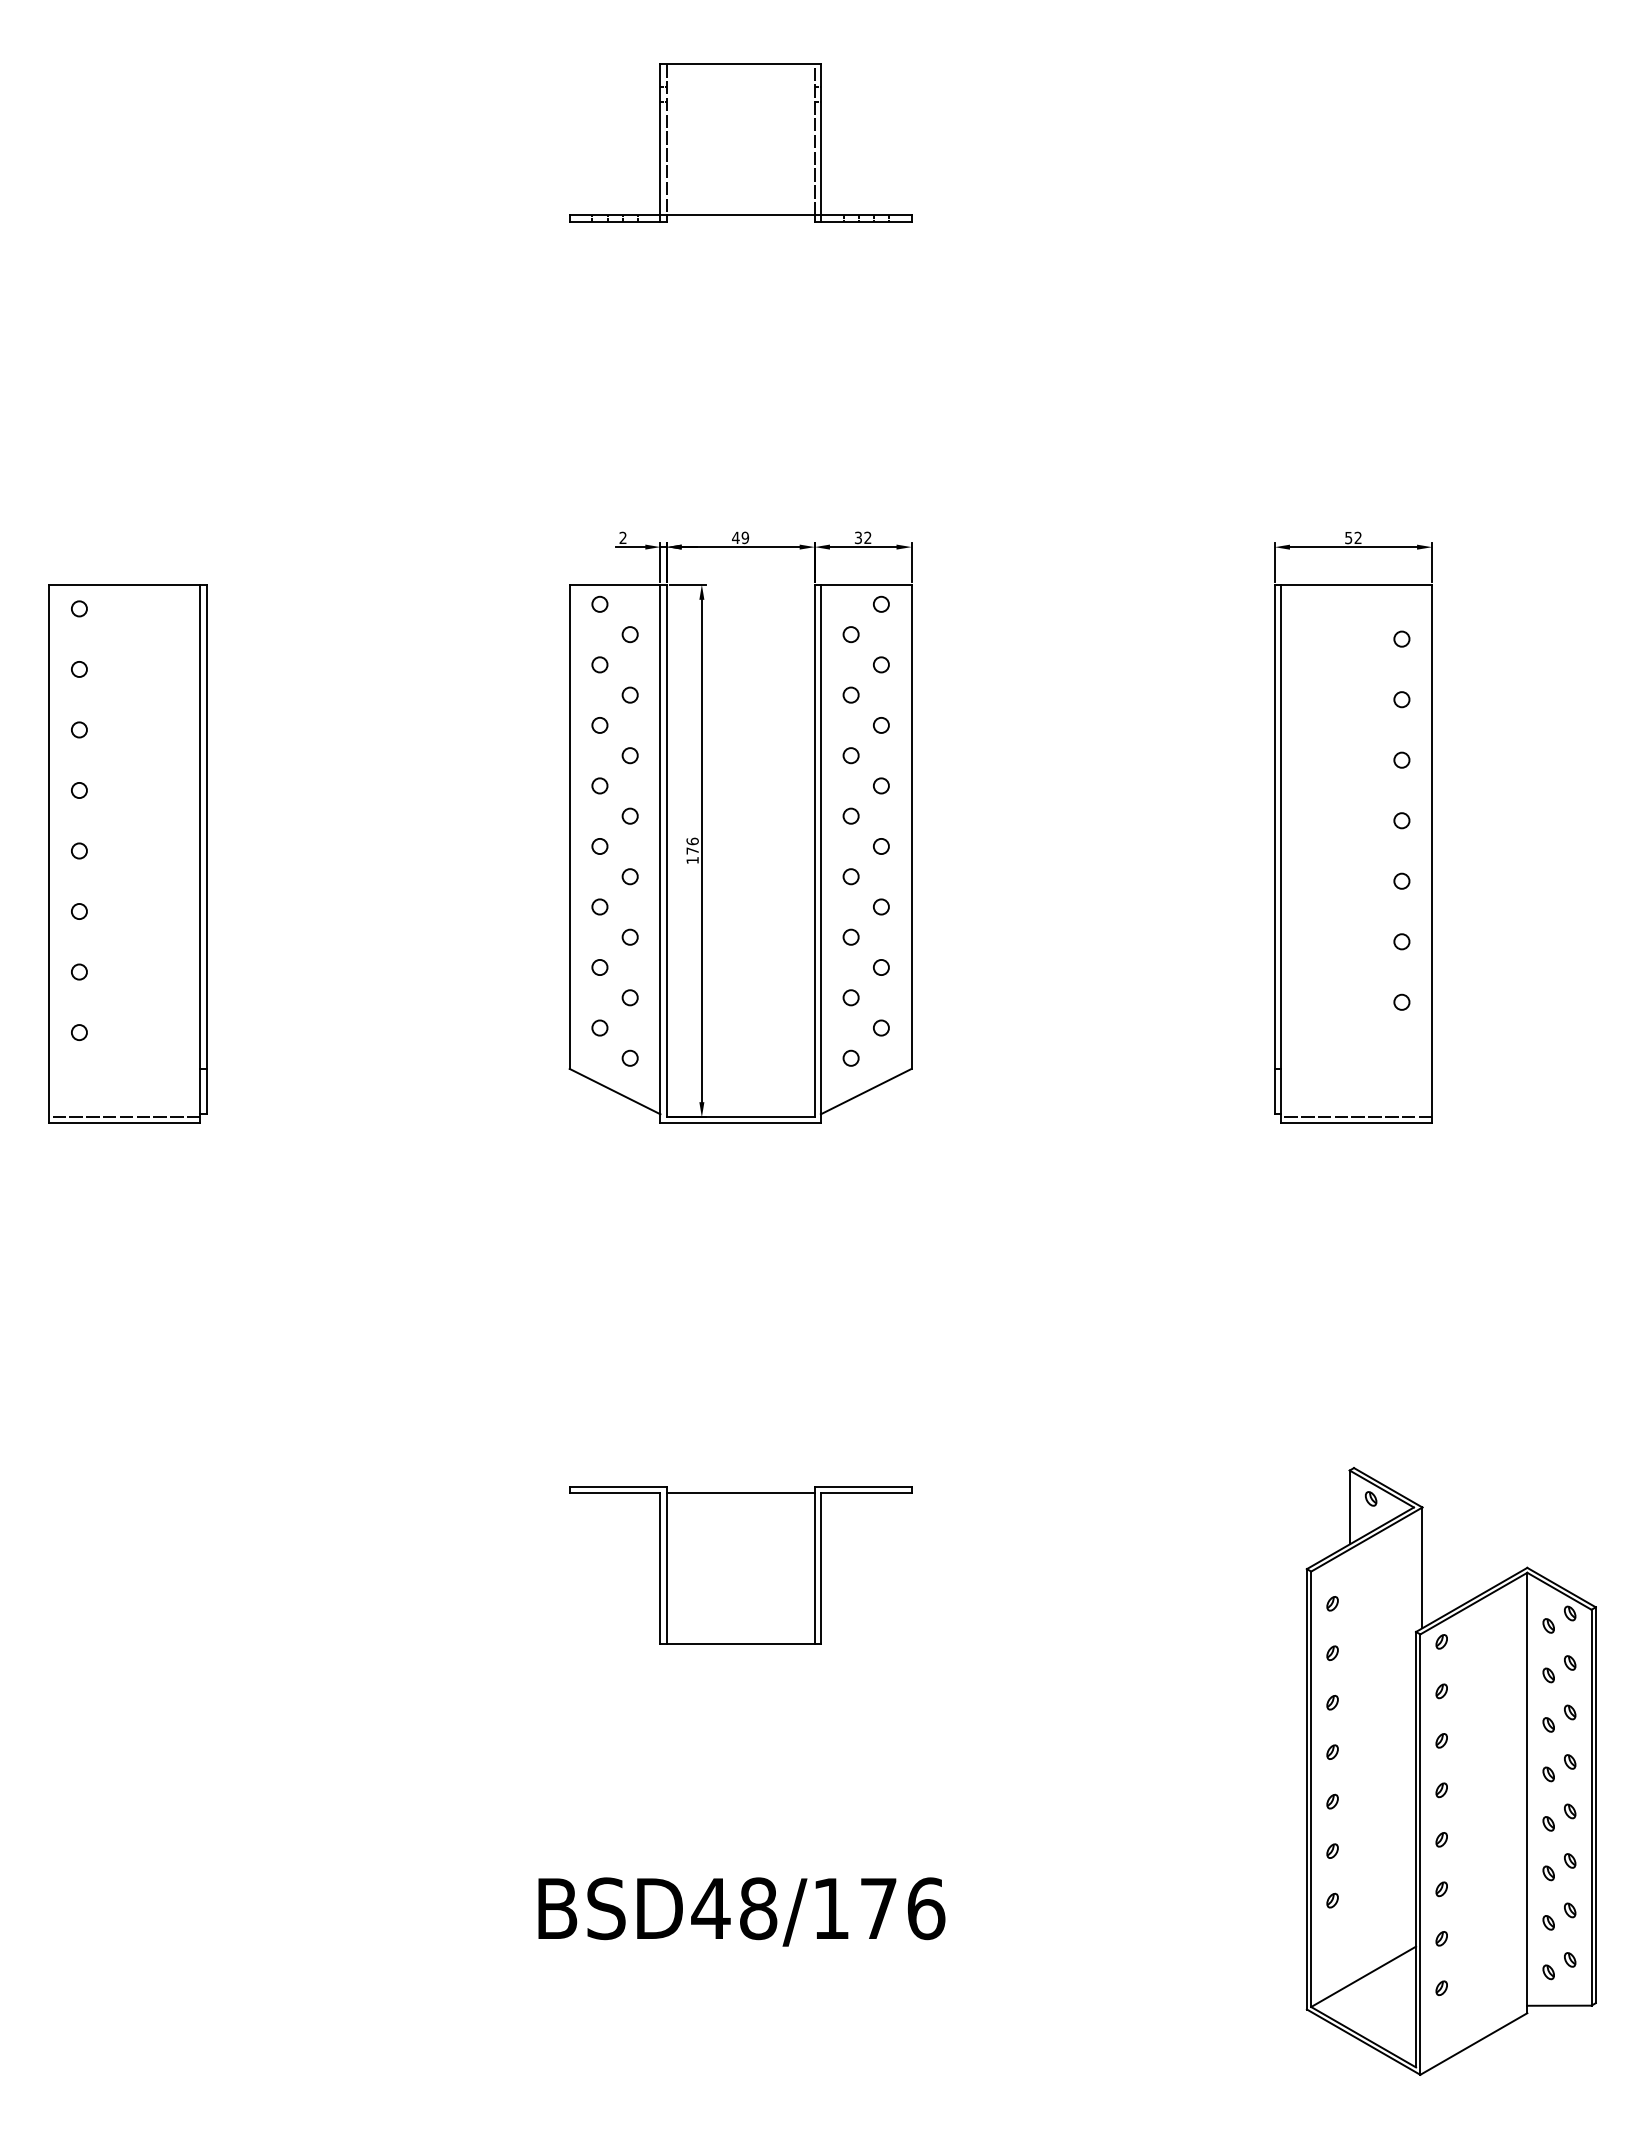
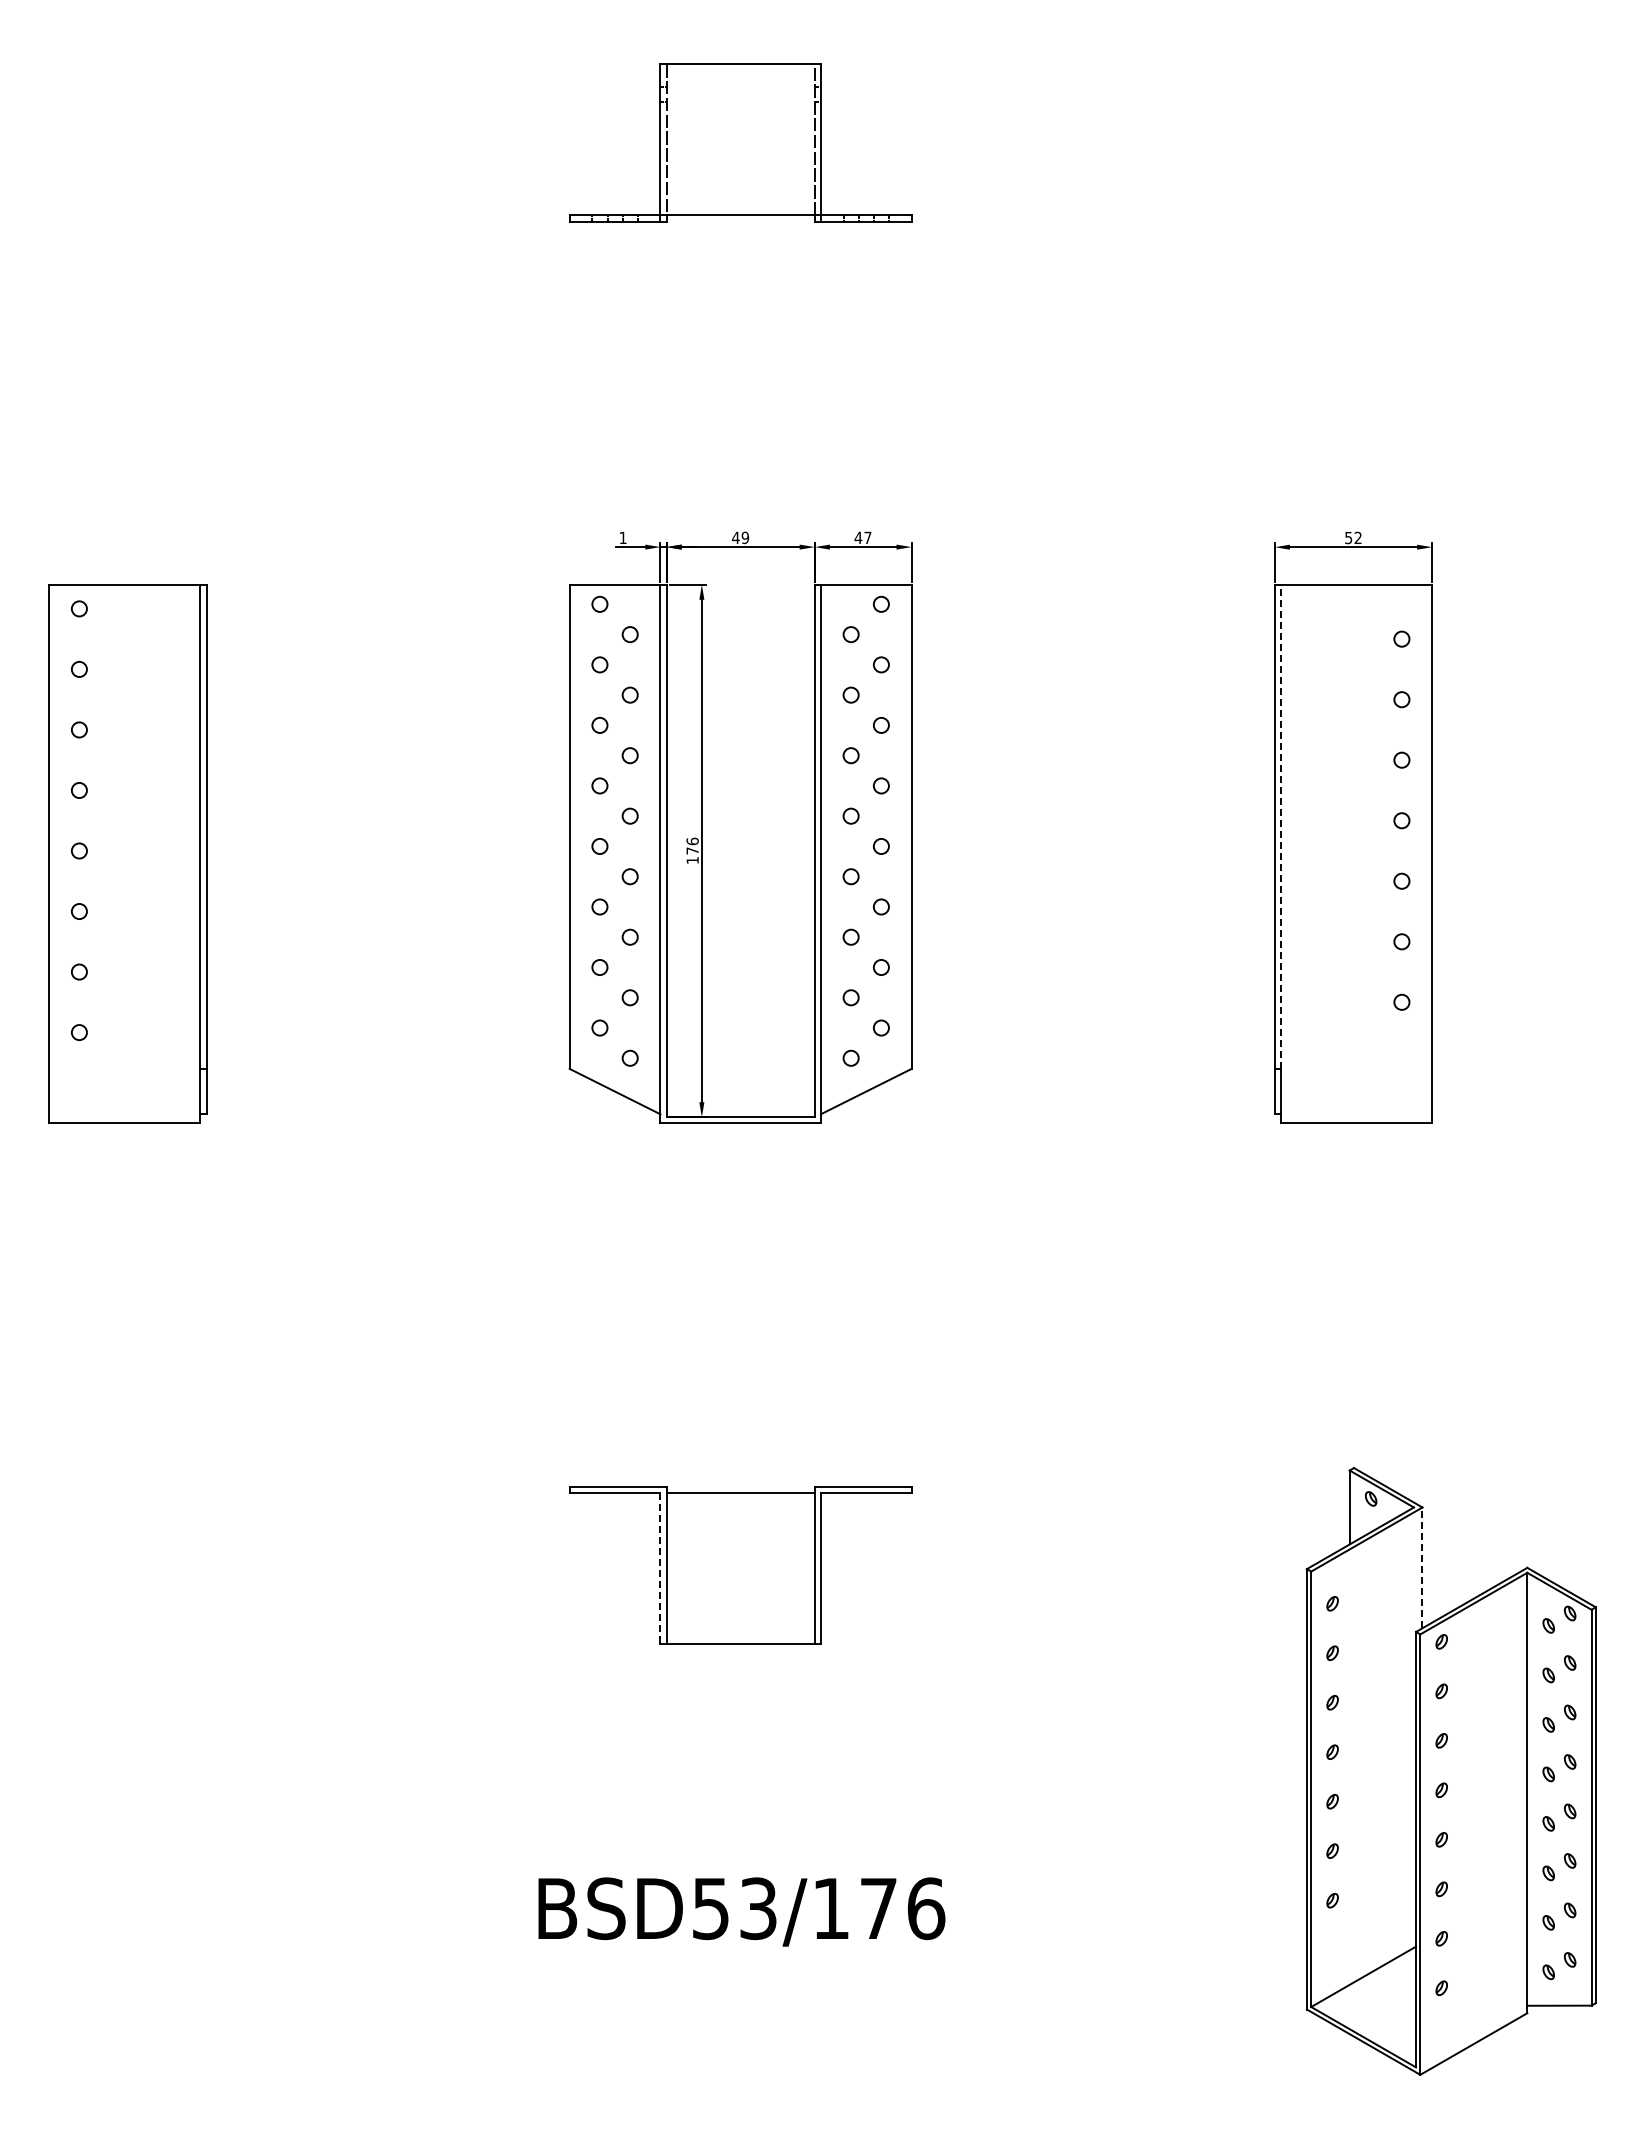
text at (622, 537): 2 -> 1
text at (862, 537): 32 -> 47
line at (1280, 826): solid -> dashed
line at (124, 1117): present -> none
line at (1356, 1117): present -> none
line at (1422, 1567): solid -> dashed
line at (660, 1568): solid -> dashed
text at (734, 1908): BSD48/176 -> BSD53/176
